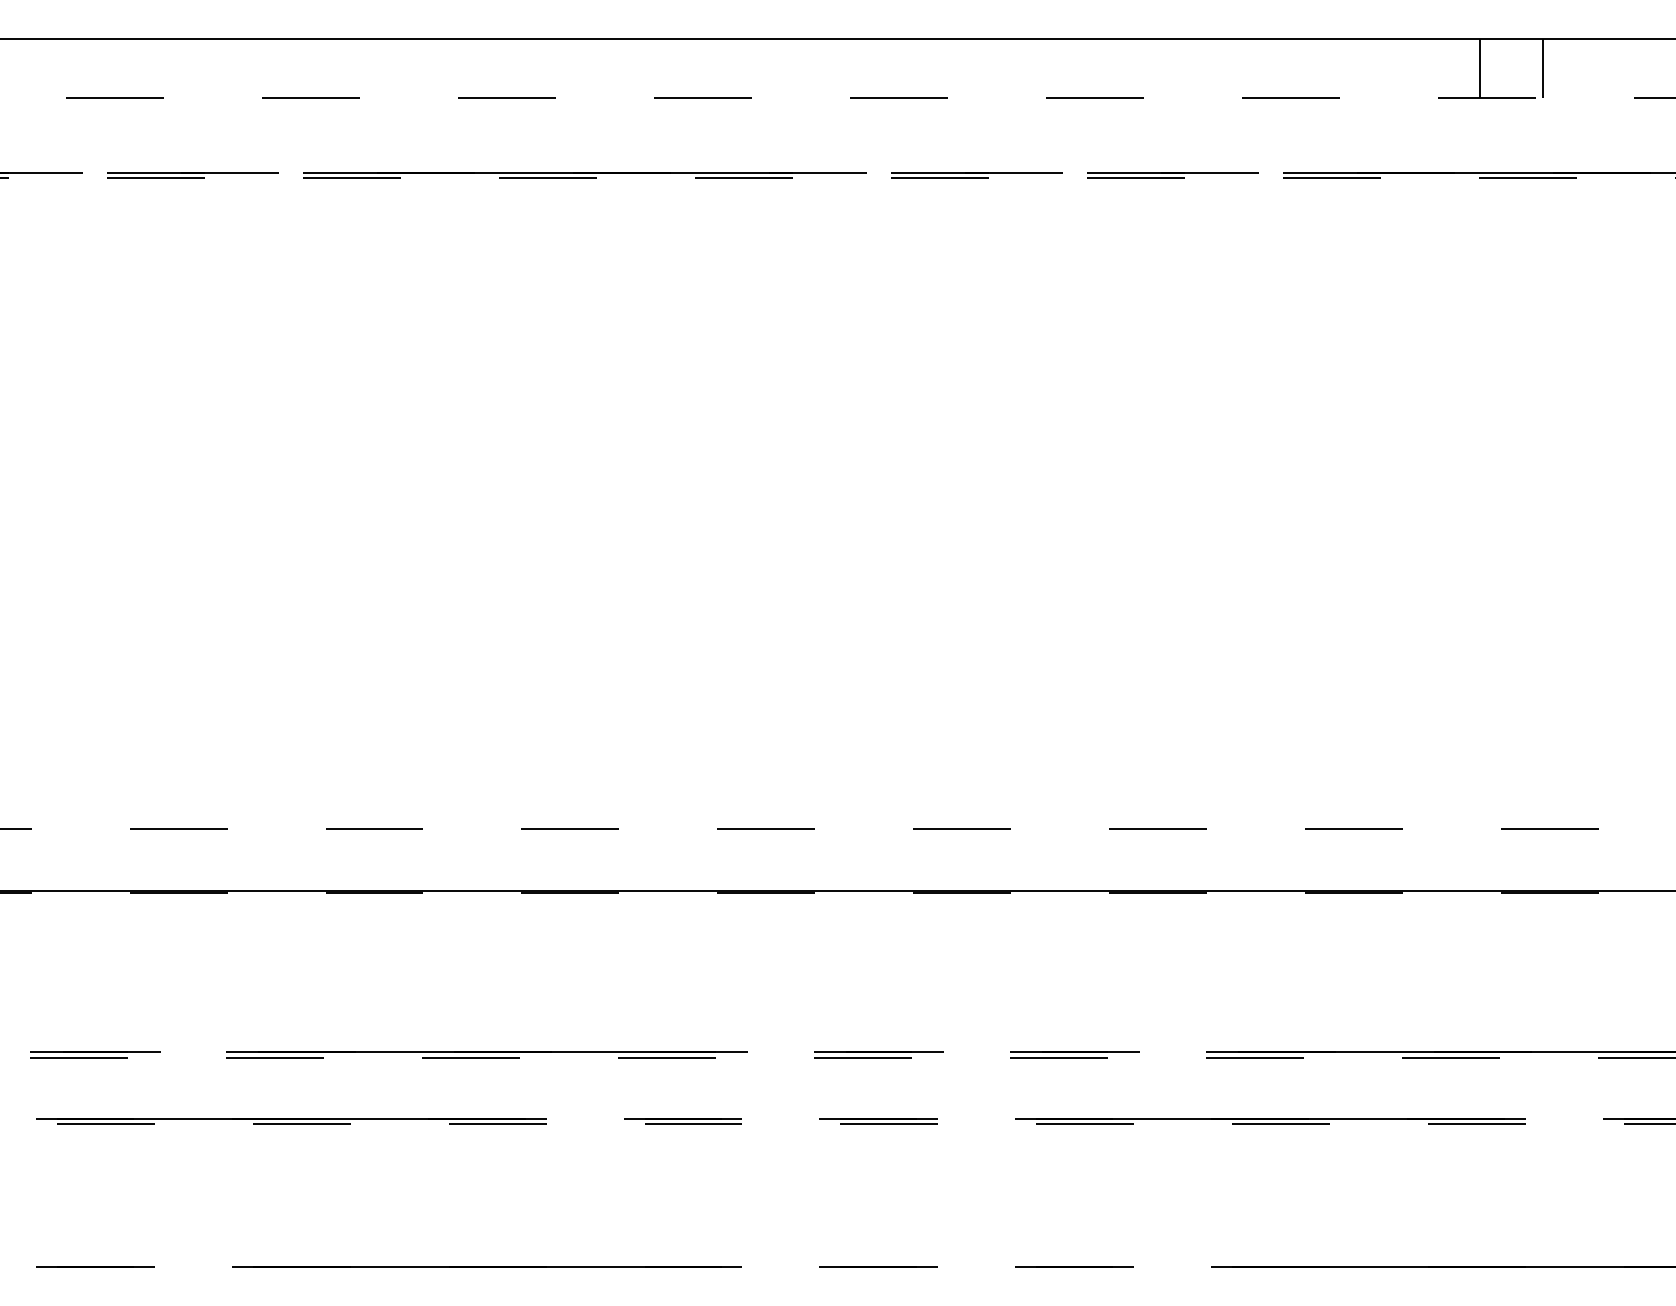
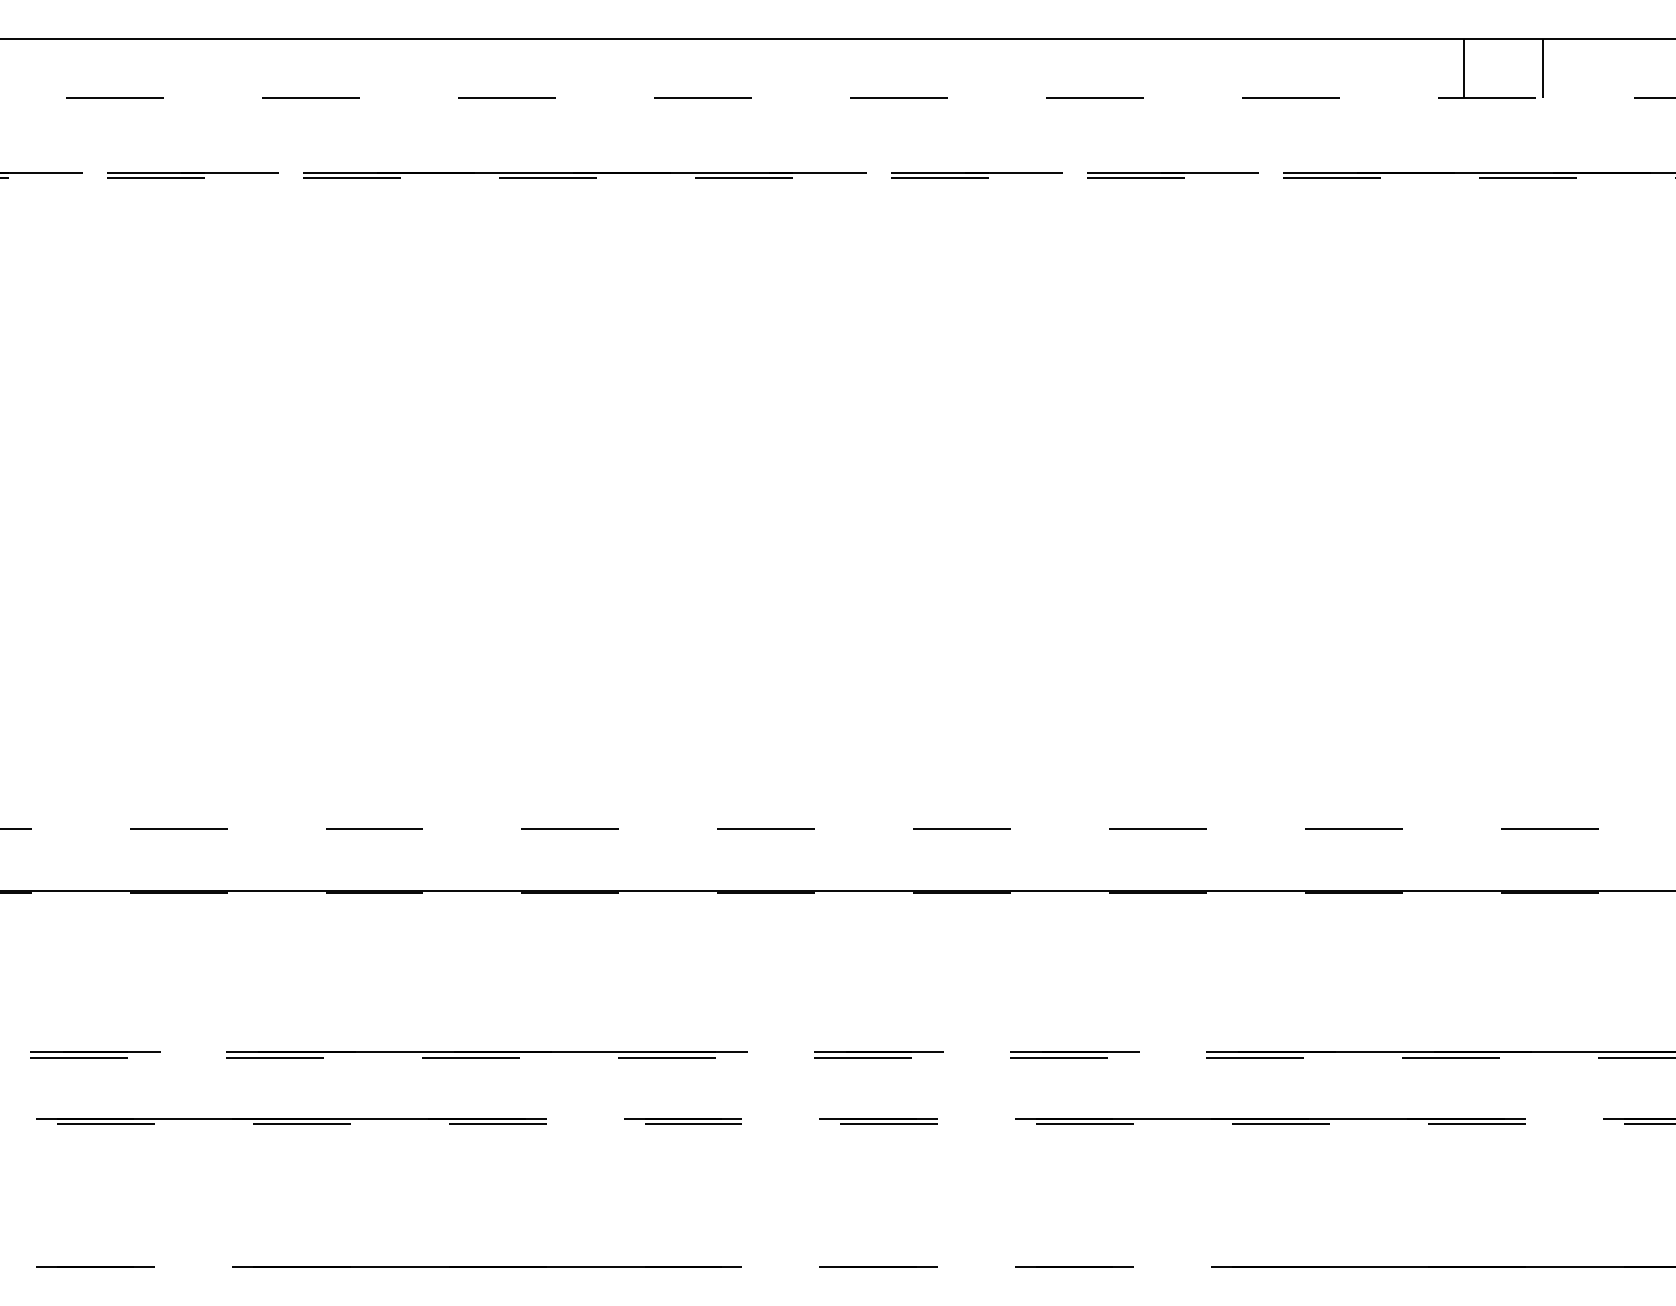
line at (1480, 68) position: (1480, 68) -> (1464, 68)
